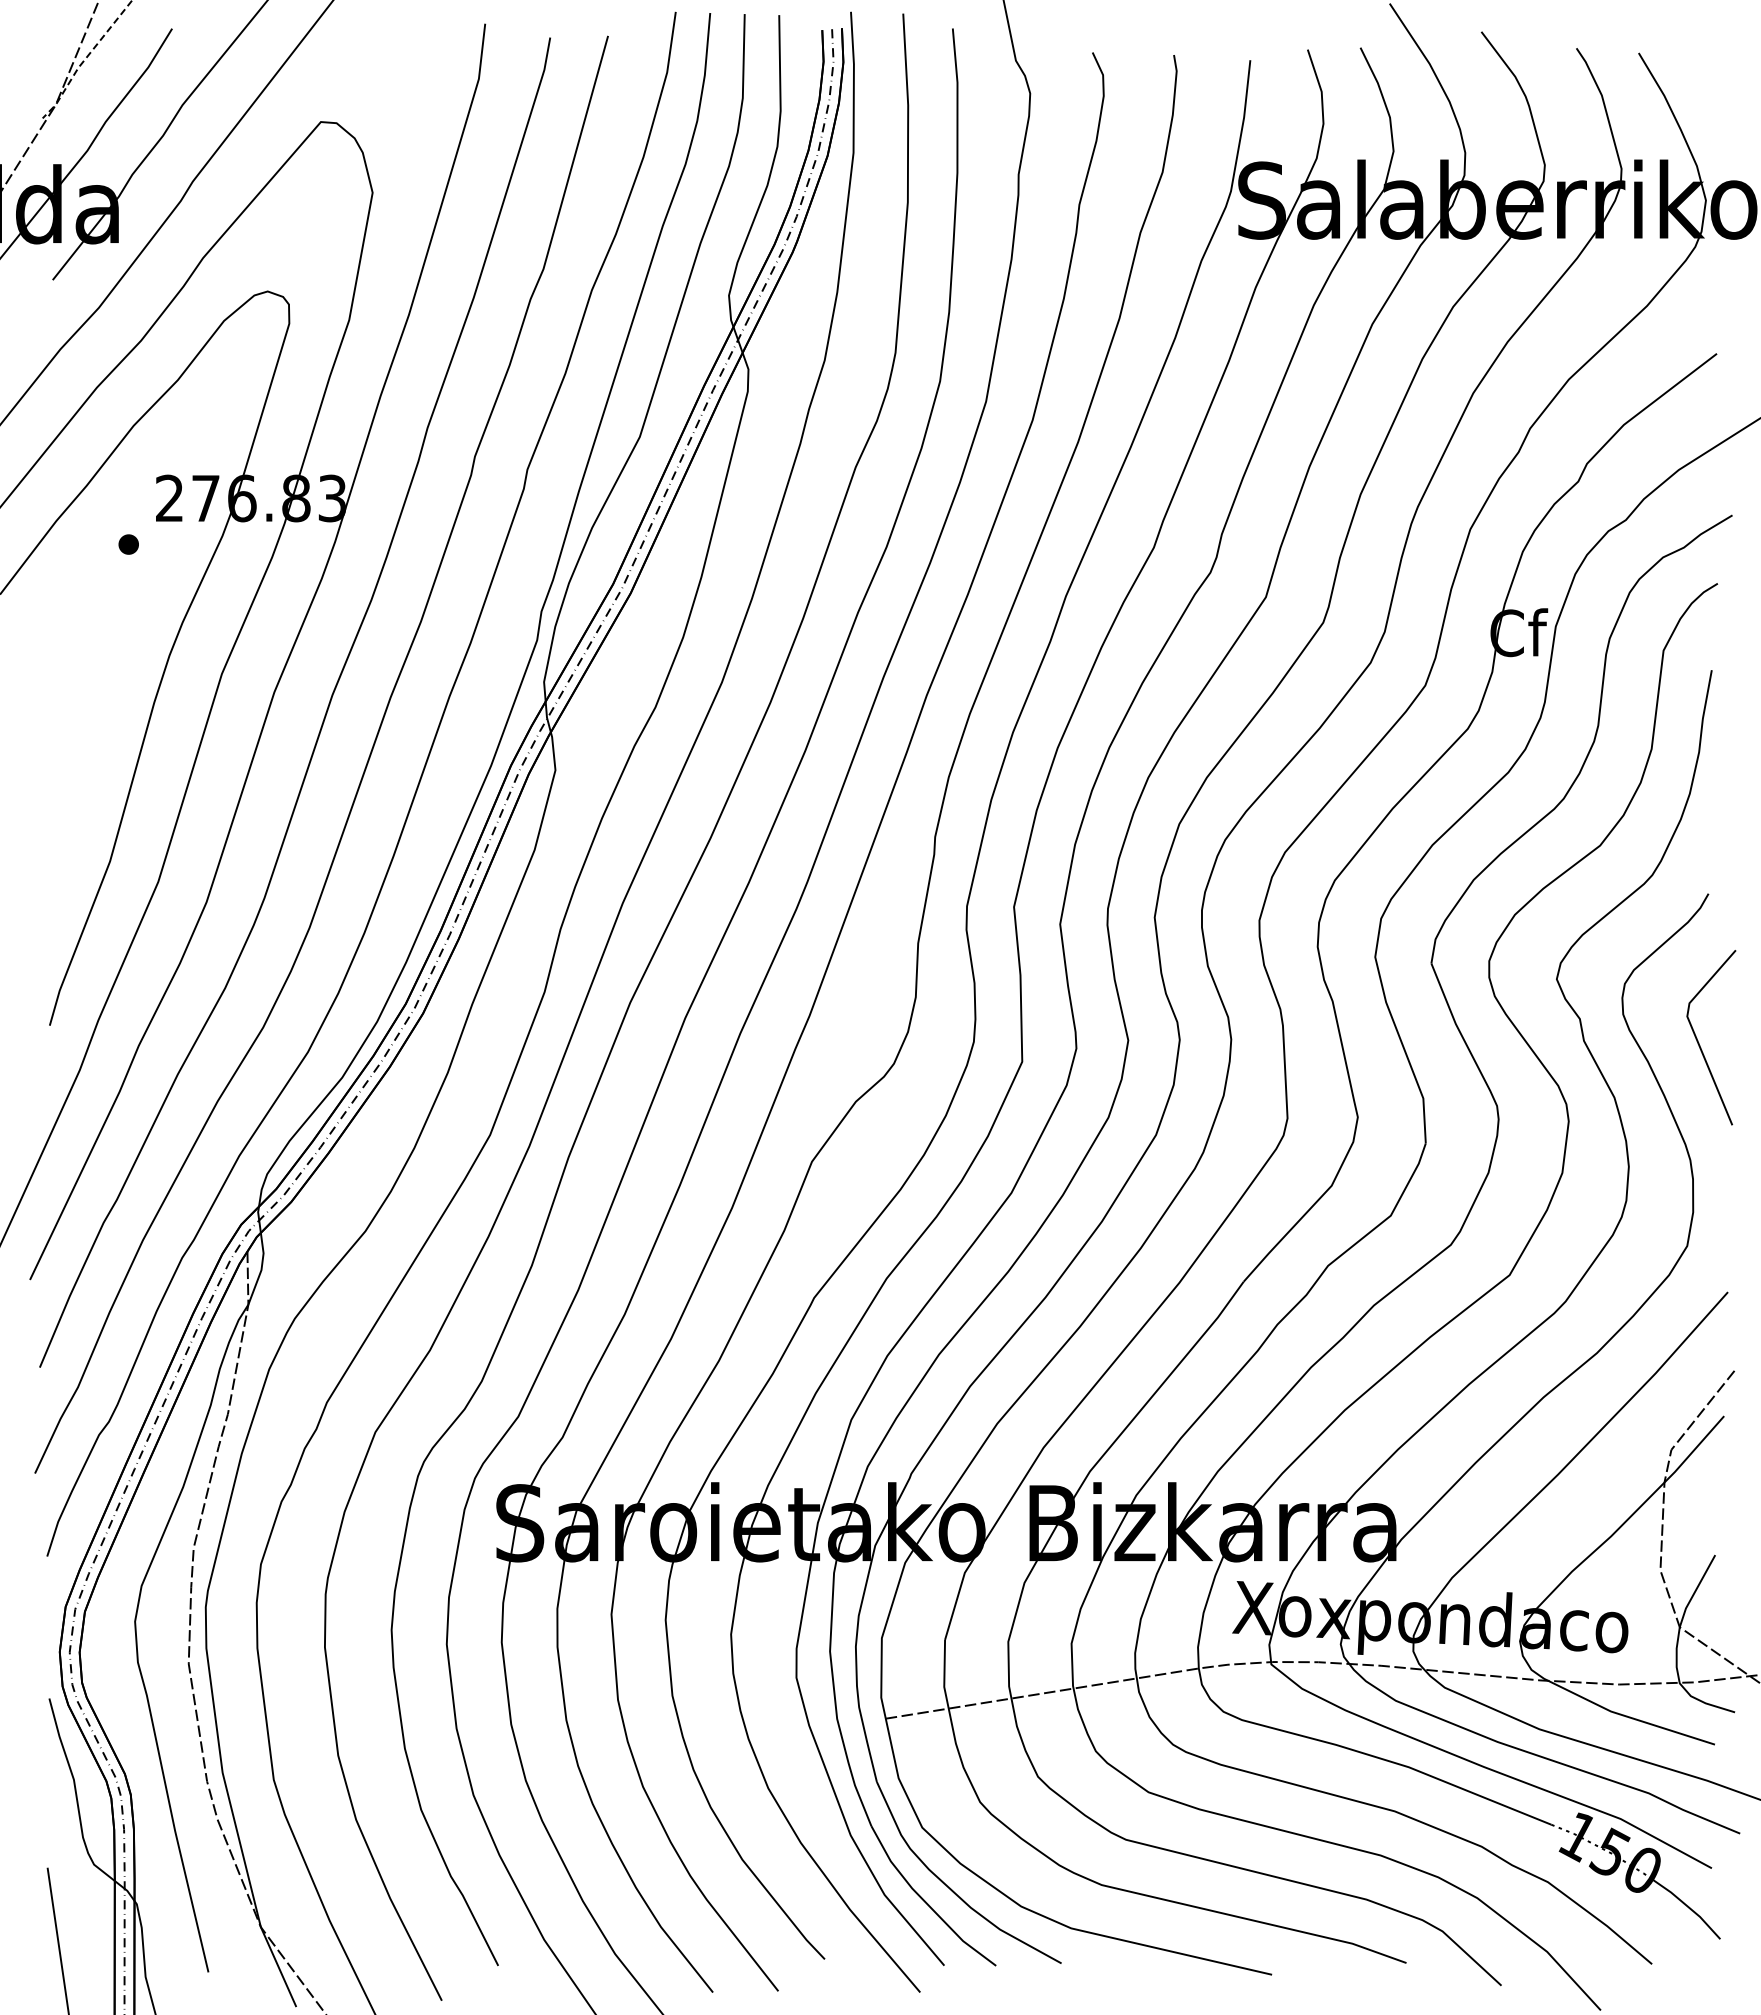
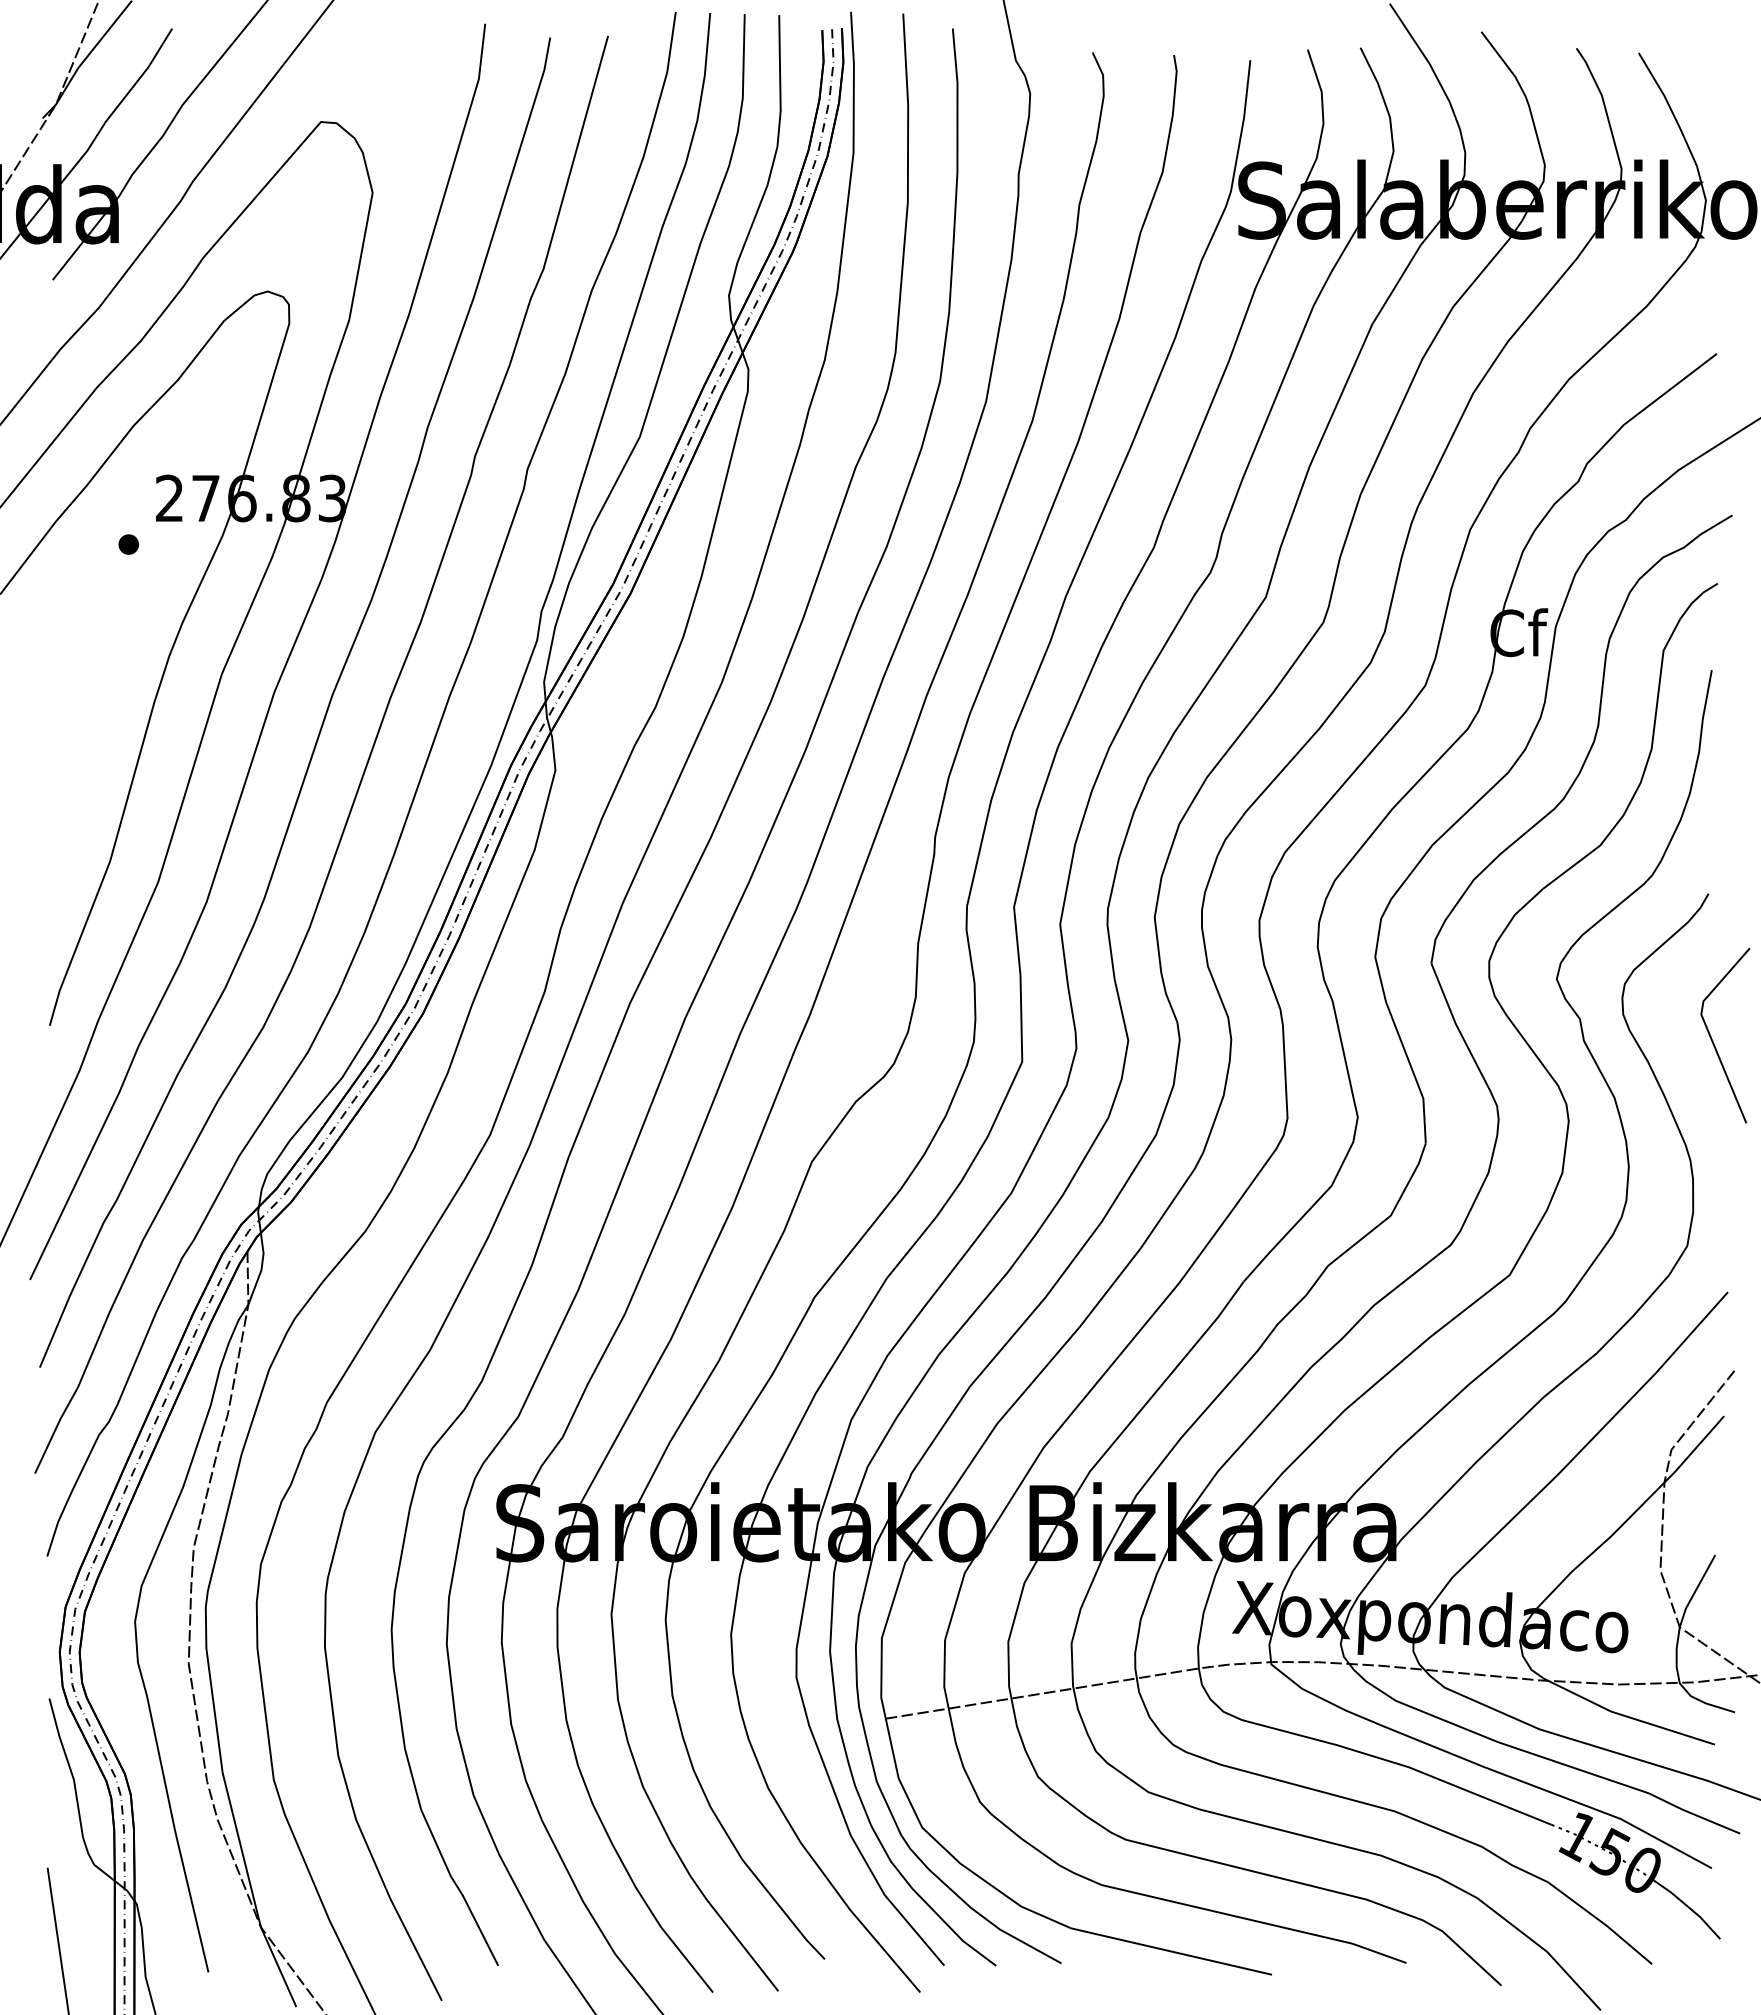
line at (85, 59): dashed -> solid
line at (1699, 1042) position: (1699, 1042) -> (1713, 1040)
